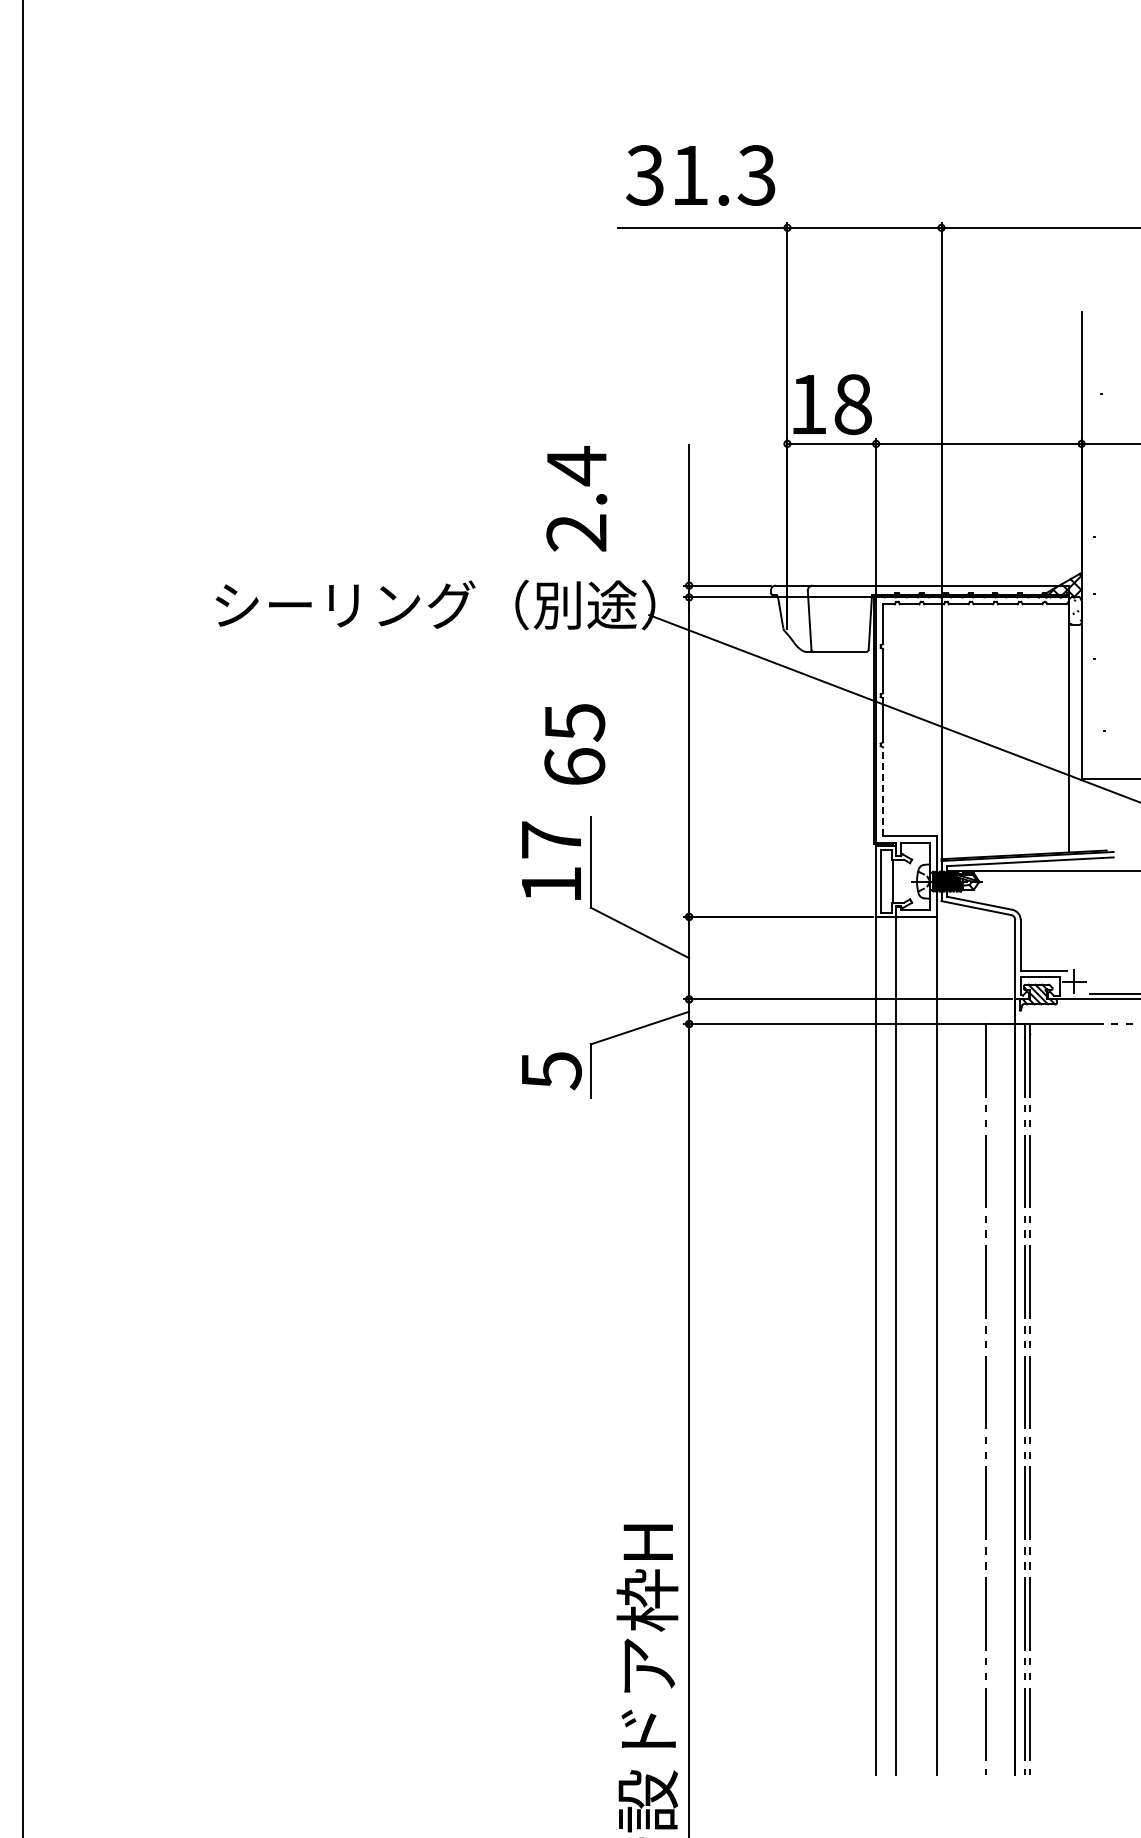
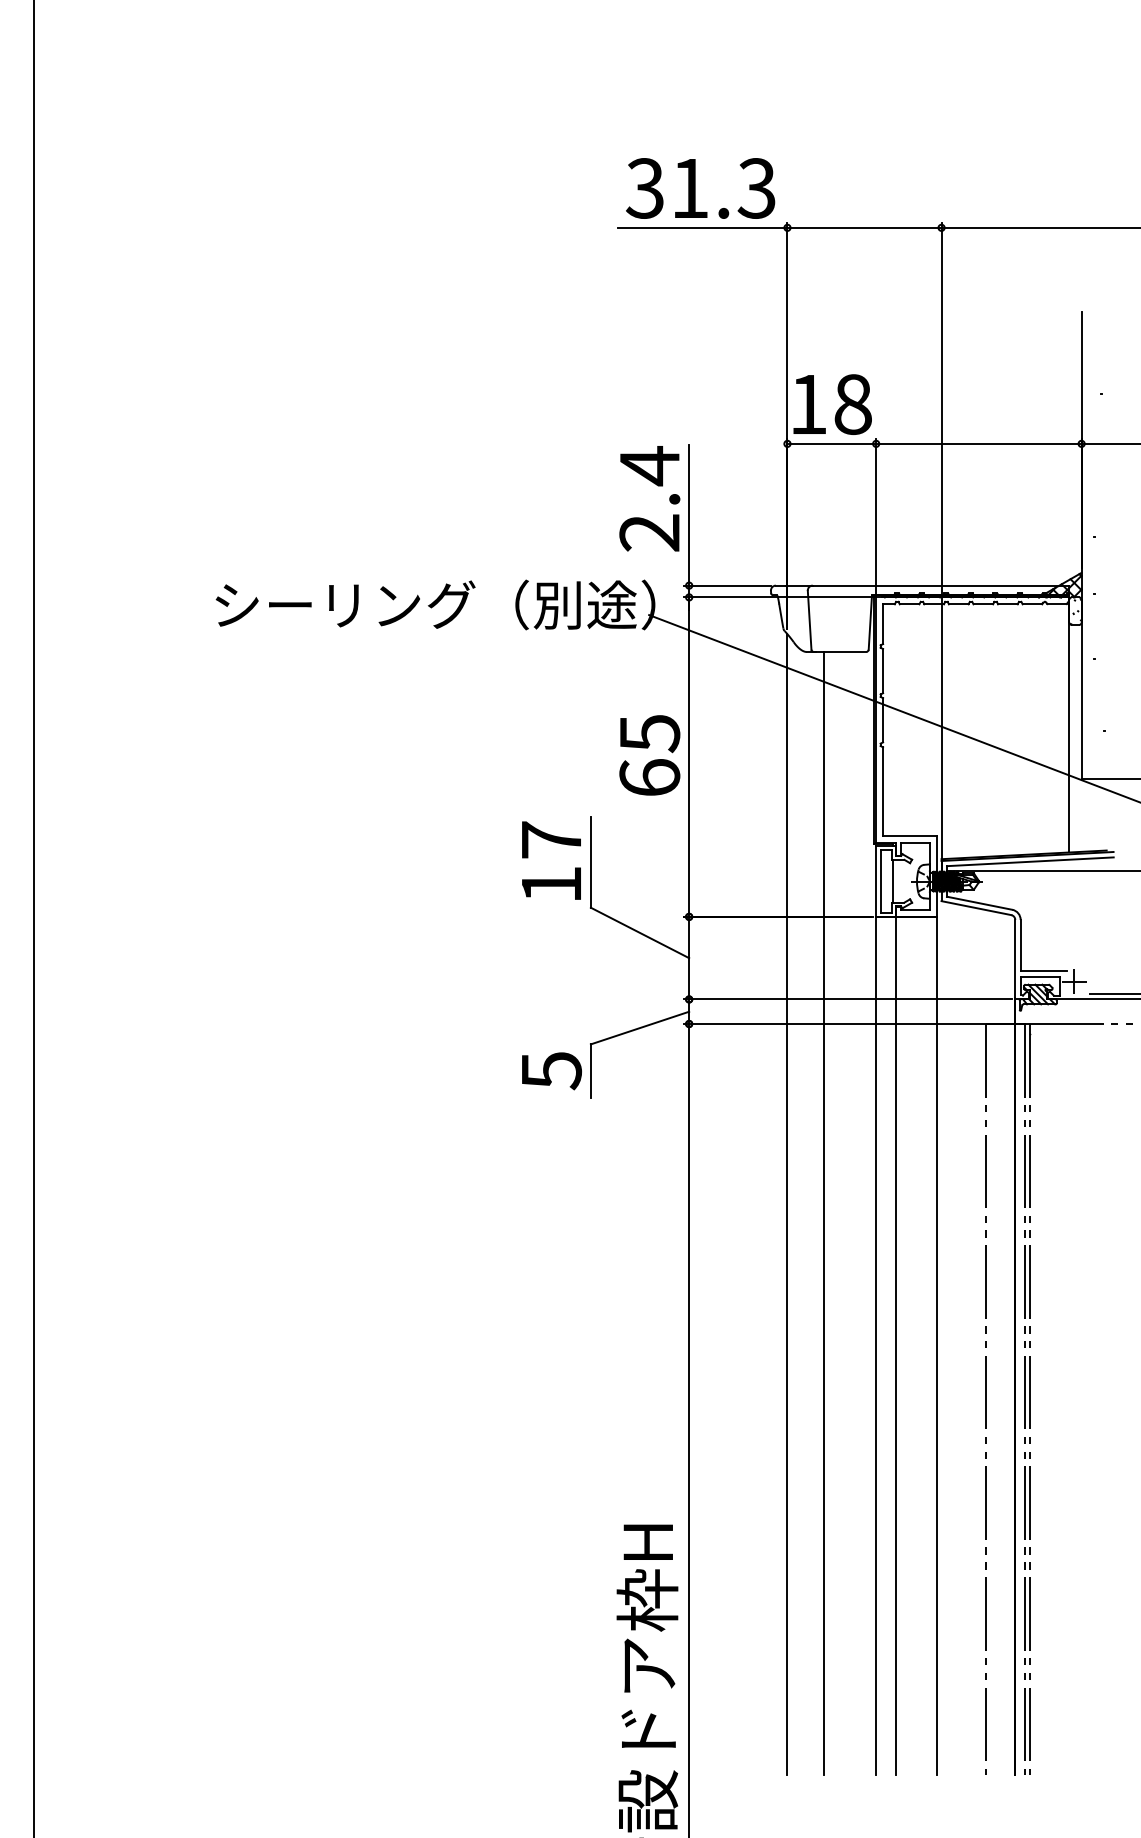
text at (700, 175) position: (700, 175) -> (700, 188)
text at (576, 498) position: (576, 498) -> (649, 498)
text at (574, 744) position: (574, 744) -> (649, 755)
line at (883, 791): dashed -> solid
line at (23, 918) position: (23, 918) -> (34, 918)
line at (787, 1204): none -> present
line at (824, 1213): none -> present
